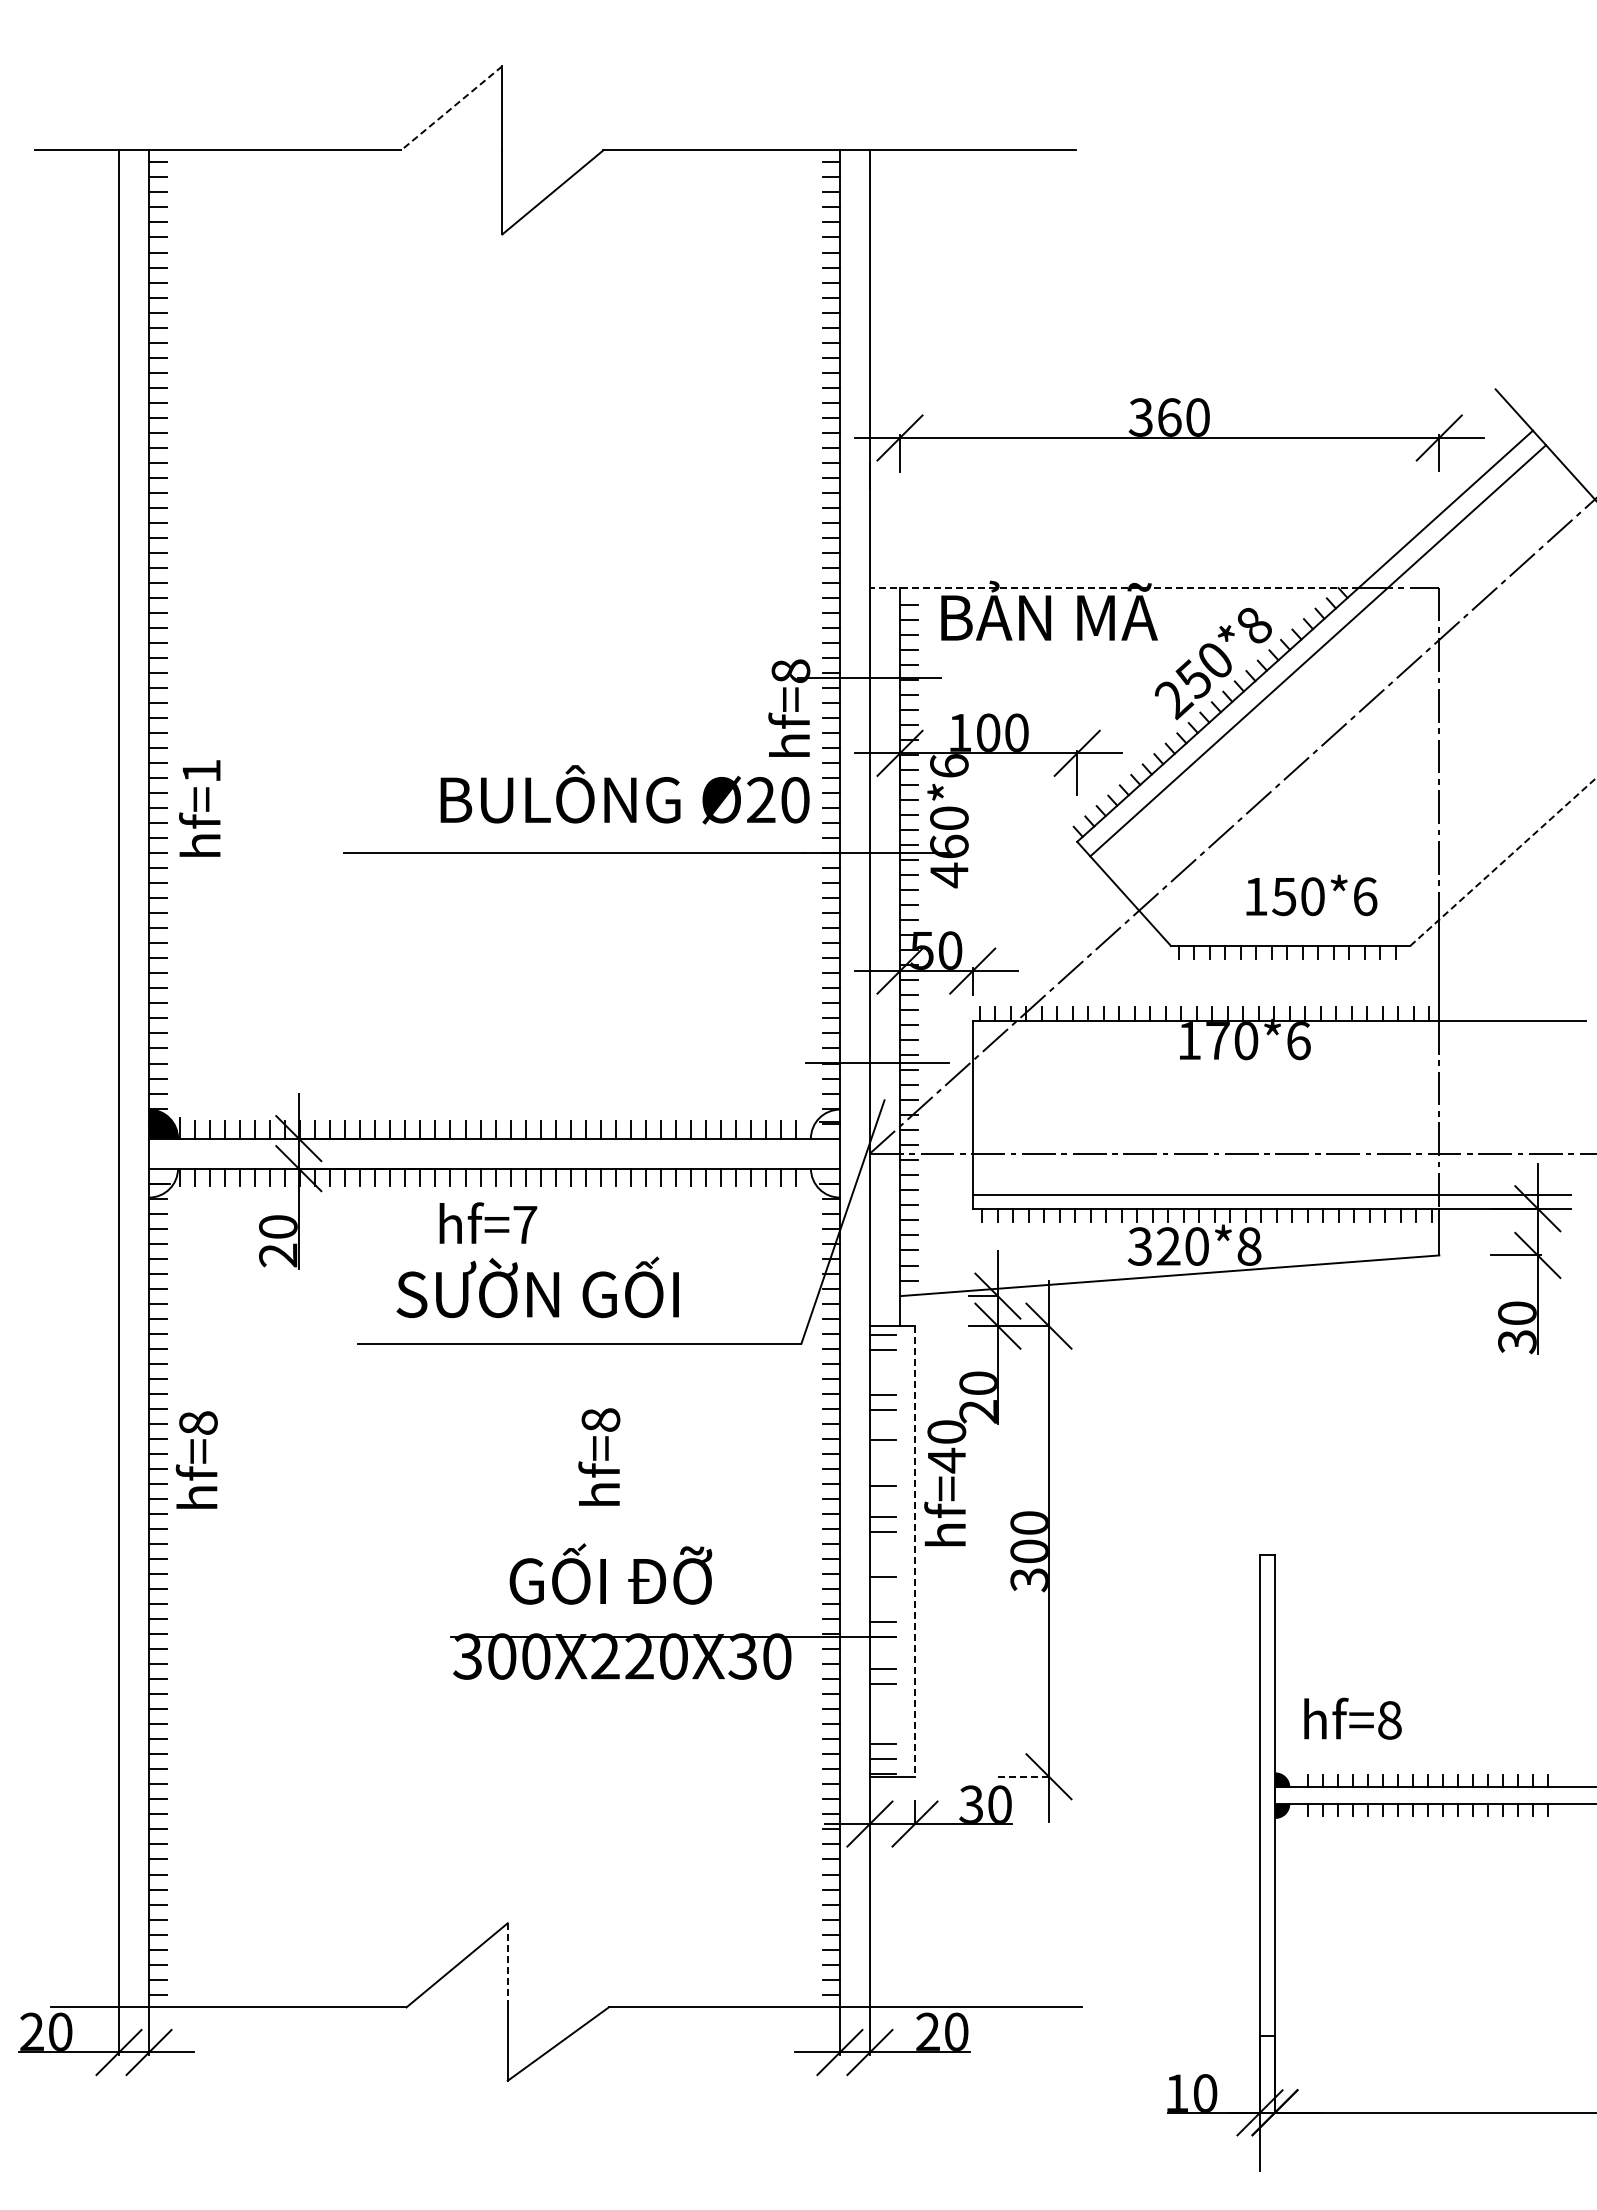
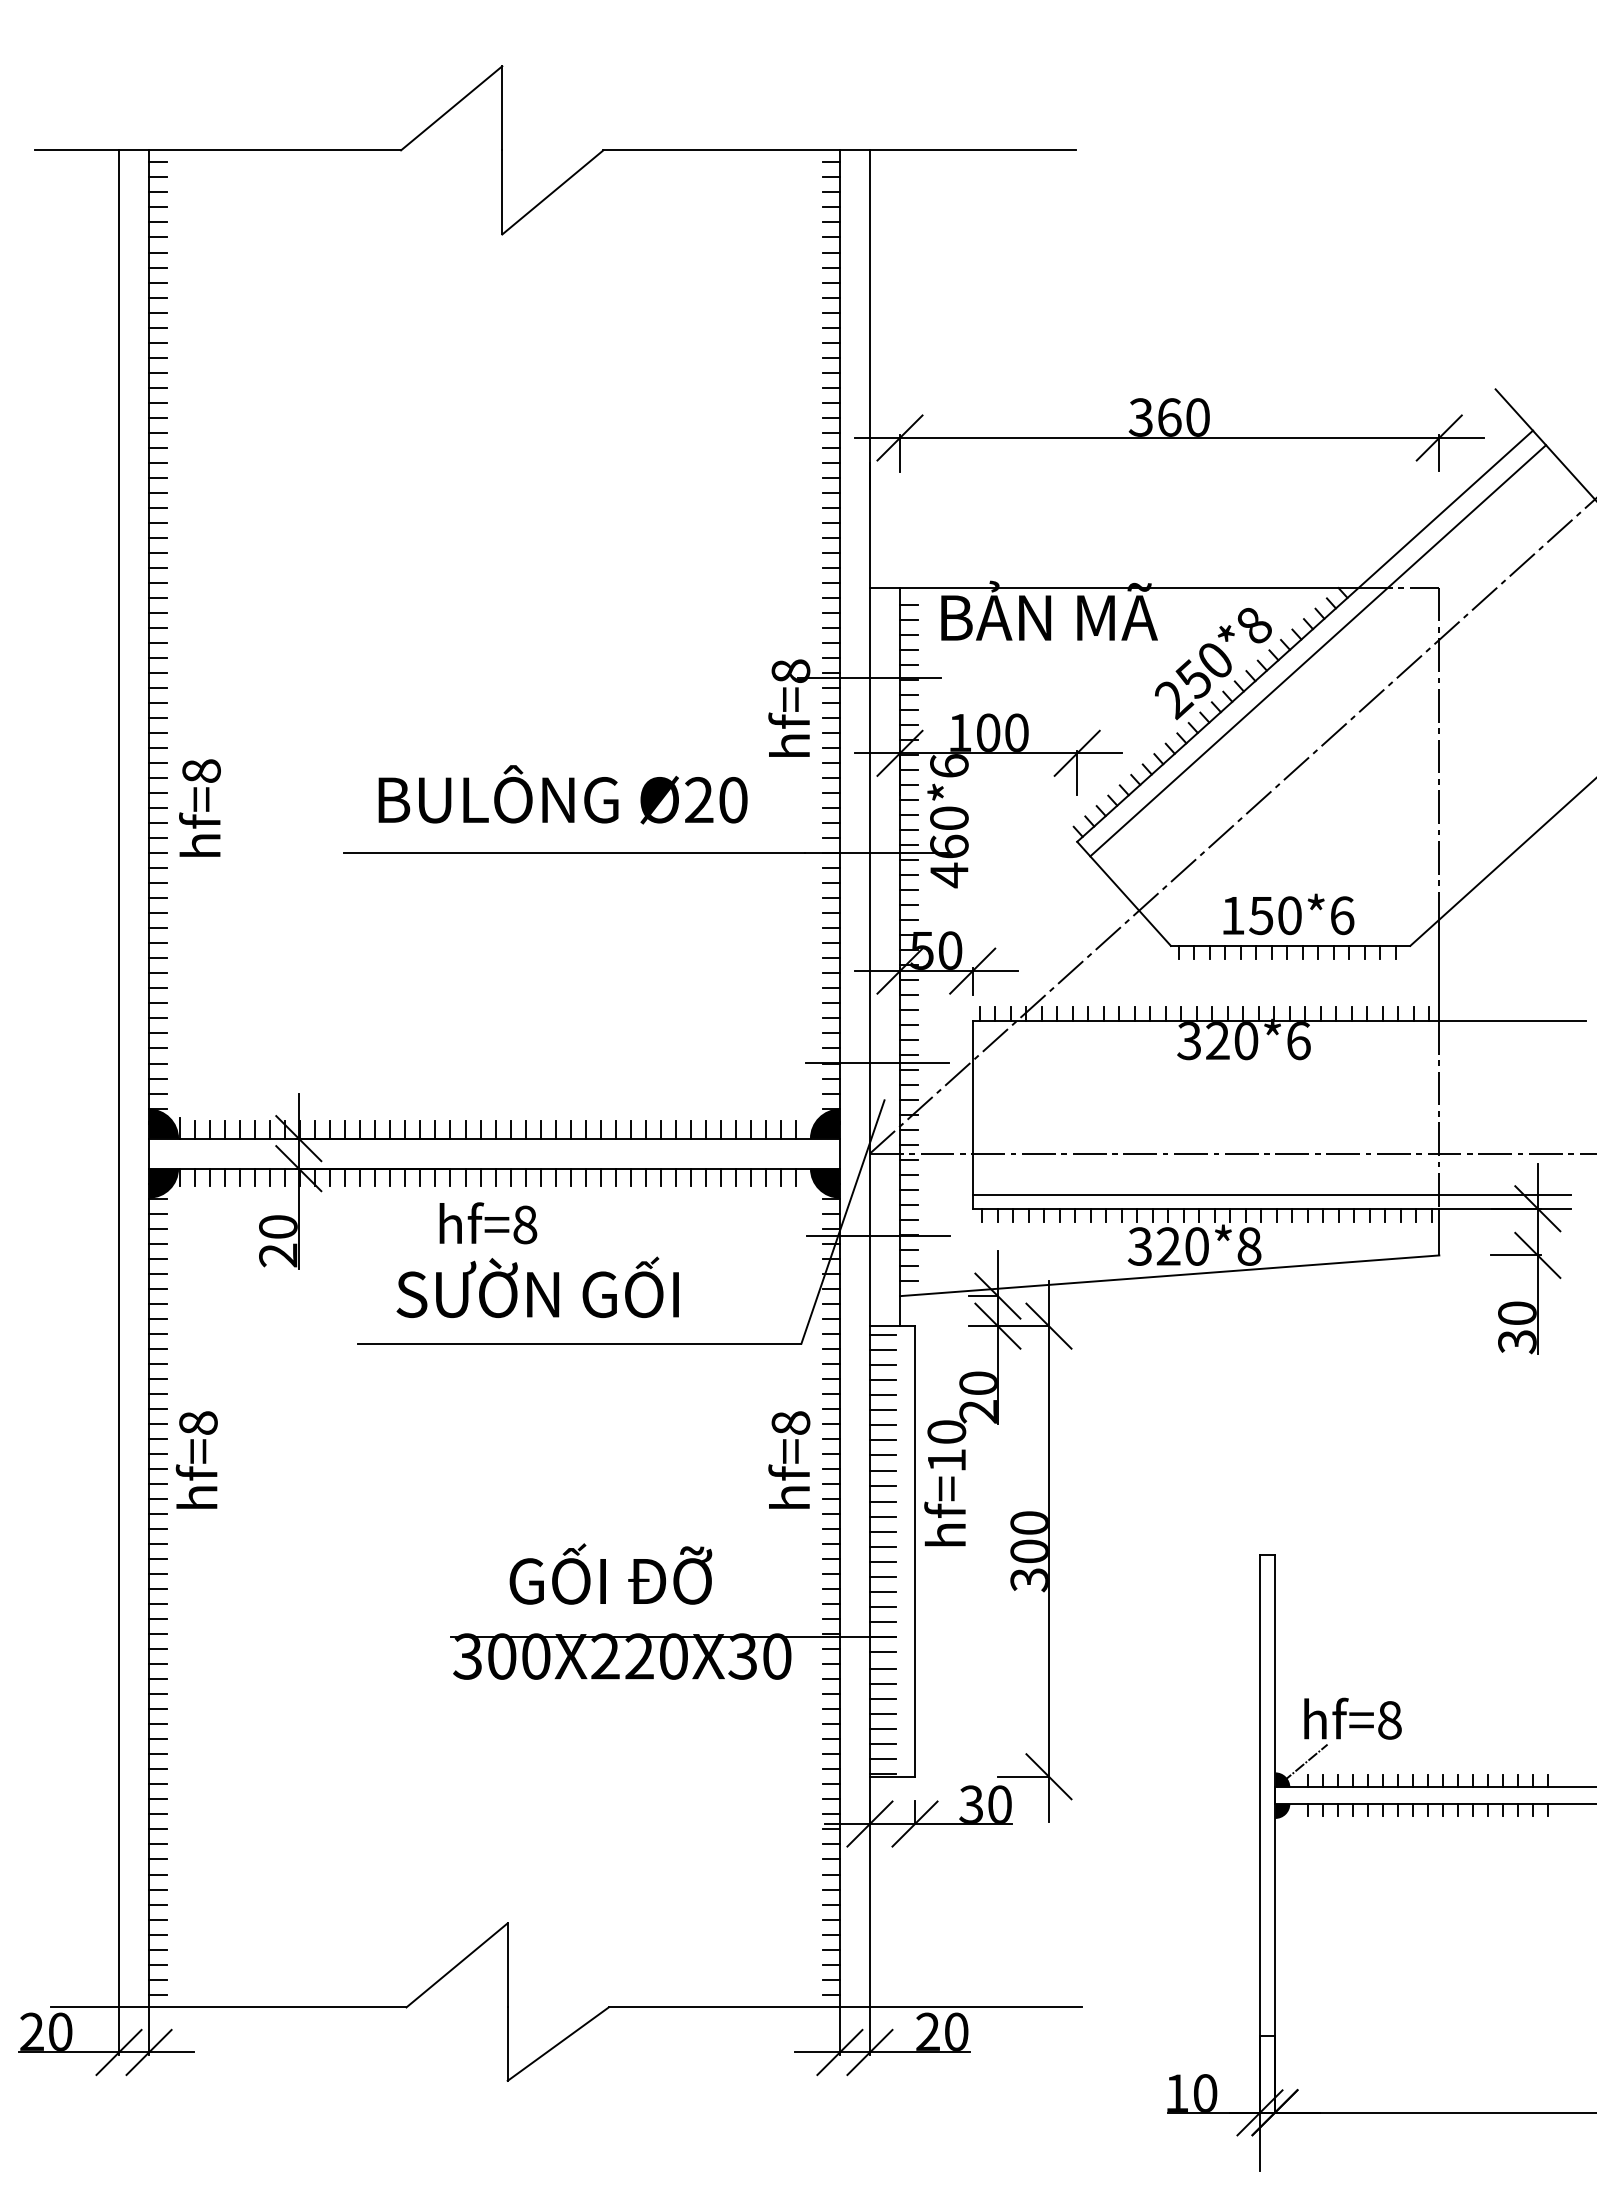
line at (451, 108): dashed -> solid
line at (1114, 587): dashed -> solid
text at (201, 770): hf=1 -> hf=8
text at (624, 794) position: (624, 794) -> (562, 794)
line at (1503, 861): dashed -> solid
text at (1311, 895) position: (1311, 895) -> (1288, 914)
text at (1203, 1041): 170*6 -> 320*6
fill at (824, 1123): none -> present
fill at (163, 1182): none -> present
fill at (824, 1182): none -> present
text at (525, 1224): hf=7 -> hf=8
line at (877, 1236): none -> present
line at (882, 1365): none -> present
line at (882, 1380): none -> present
line at (882, 1425): none -> present
line at (882, 1455): none -> present
text at (599, 1456) position: (599, 1456) -> (789, 1459)
text at (946, 1460): hf=40 -> hf=10
line at (882, 1470): none -> present
line at (882, 1502): none -> present
line at (882, 1547): none -> present
line at (915, 1551): dashed -> solid
line at (882, 1562): none -> present
line at (882, 1592): none -> present
line at (882, 1607): none -> present
line at (882, 1652): none -> present
line at (882, 1698): none -> present
line at (882, 1713): none -> present
line at (882, 1728): none -> present
line at (1304, 1763): none -> present
line at (1023, 1776): dashed -> solid
line at (507, 1964): dashed -> solid
